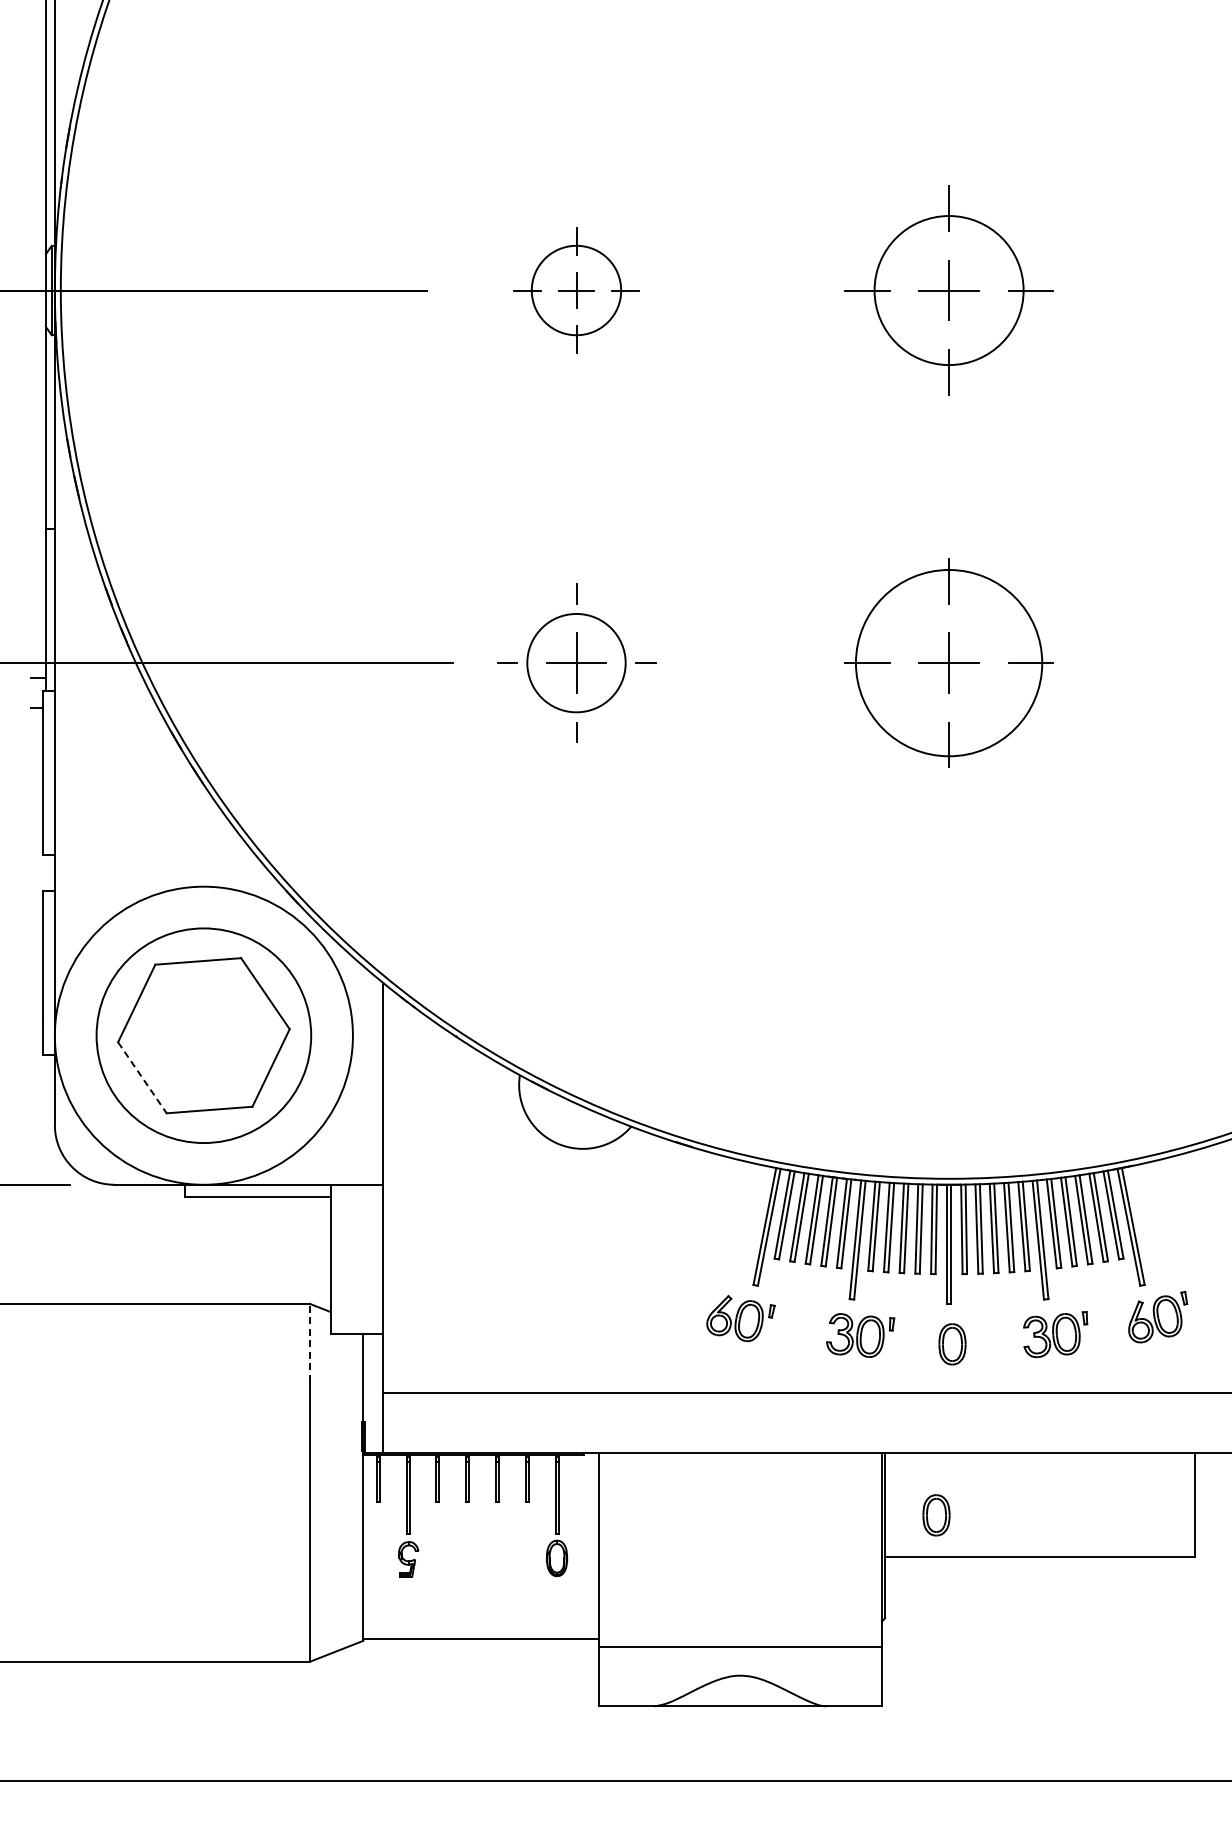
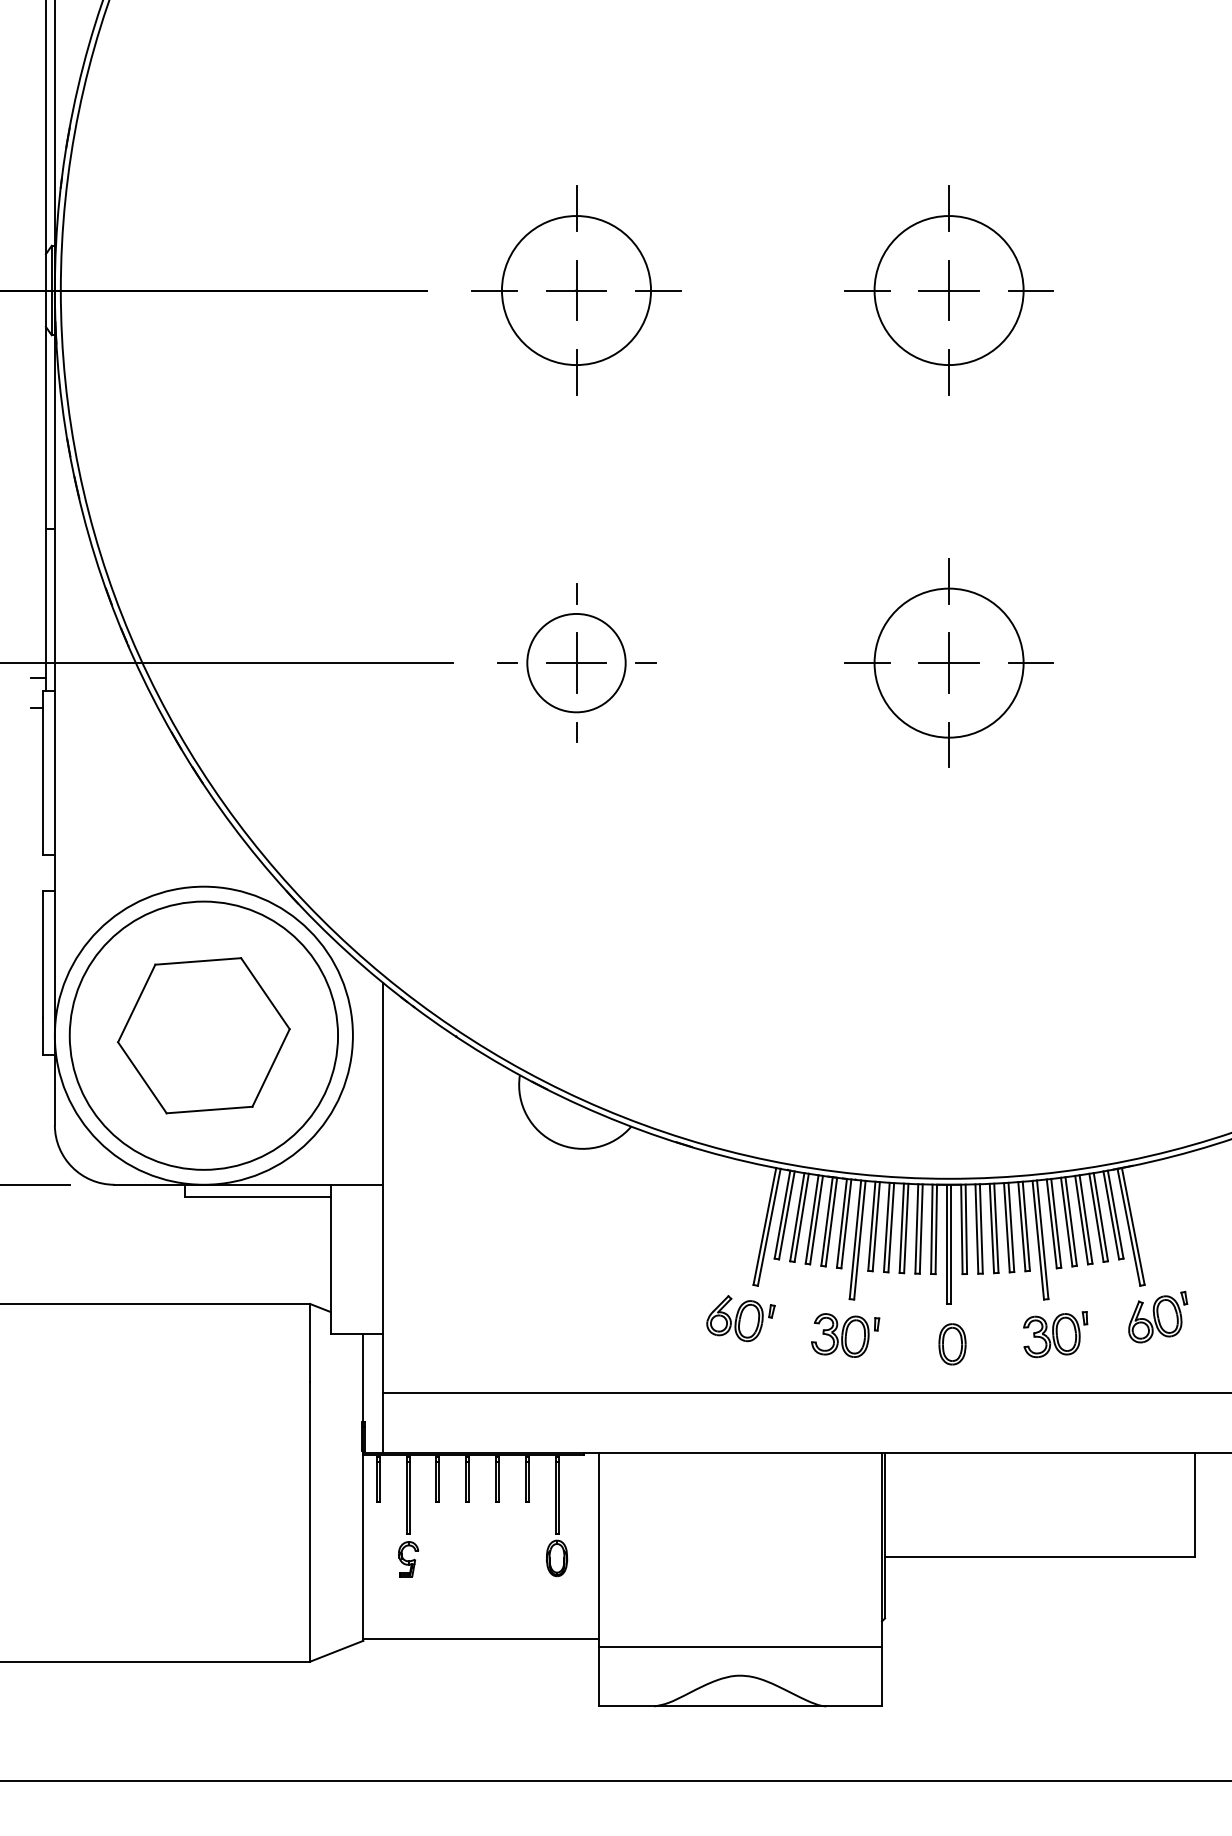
part at (576, 290) size: 127x127 px -> 211x211 px
circle at (948, 662) diameter: 186 px -> 149 px
circle at (203, 1035) diameter: 215 px -> 268 px
line at (142, 1078): dashed -> solid
part at (860, 1335) position: (860, 1335) -> (845, 1335)
line at (310, 1342): dashed -> solid
part at (936, 1515): present -> none
